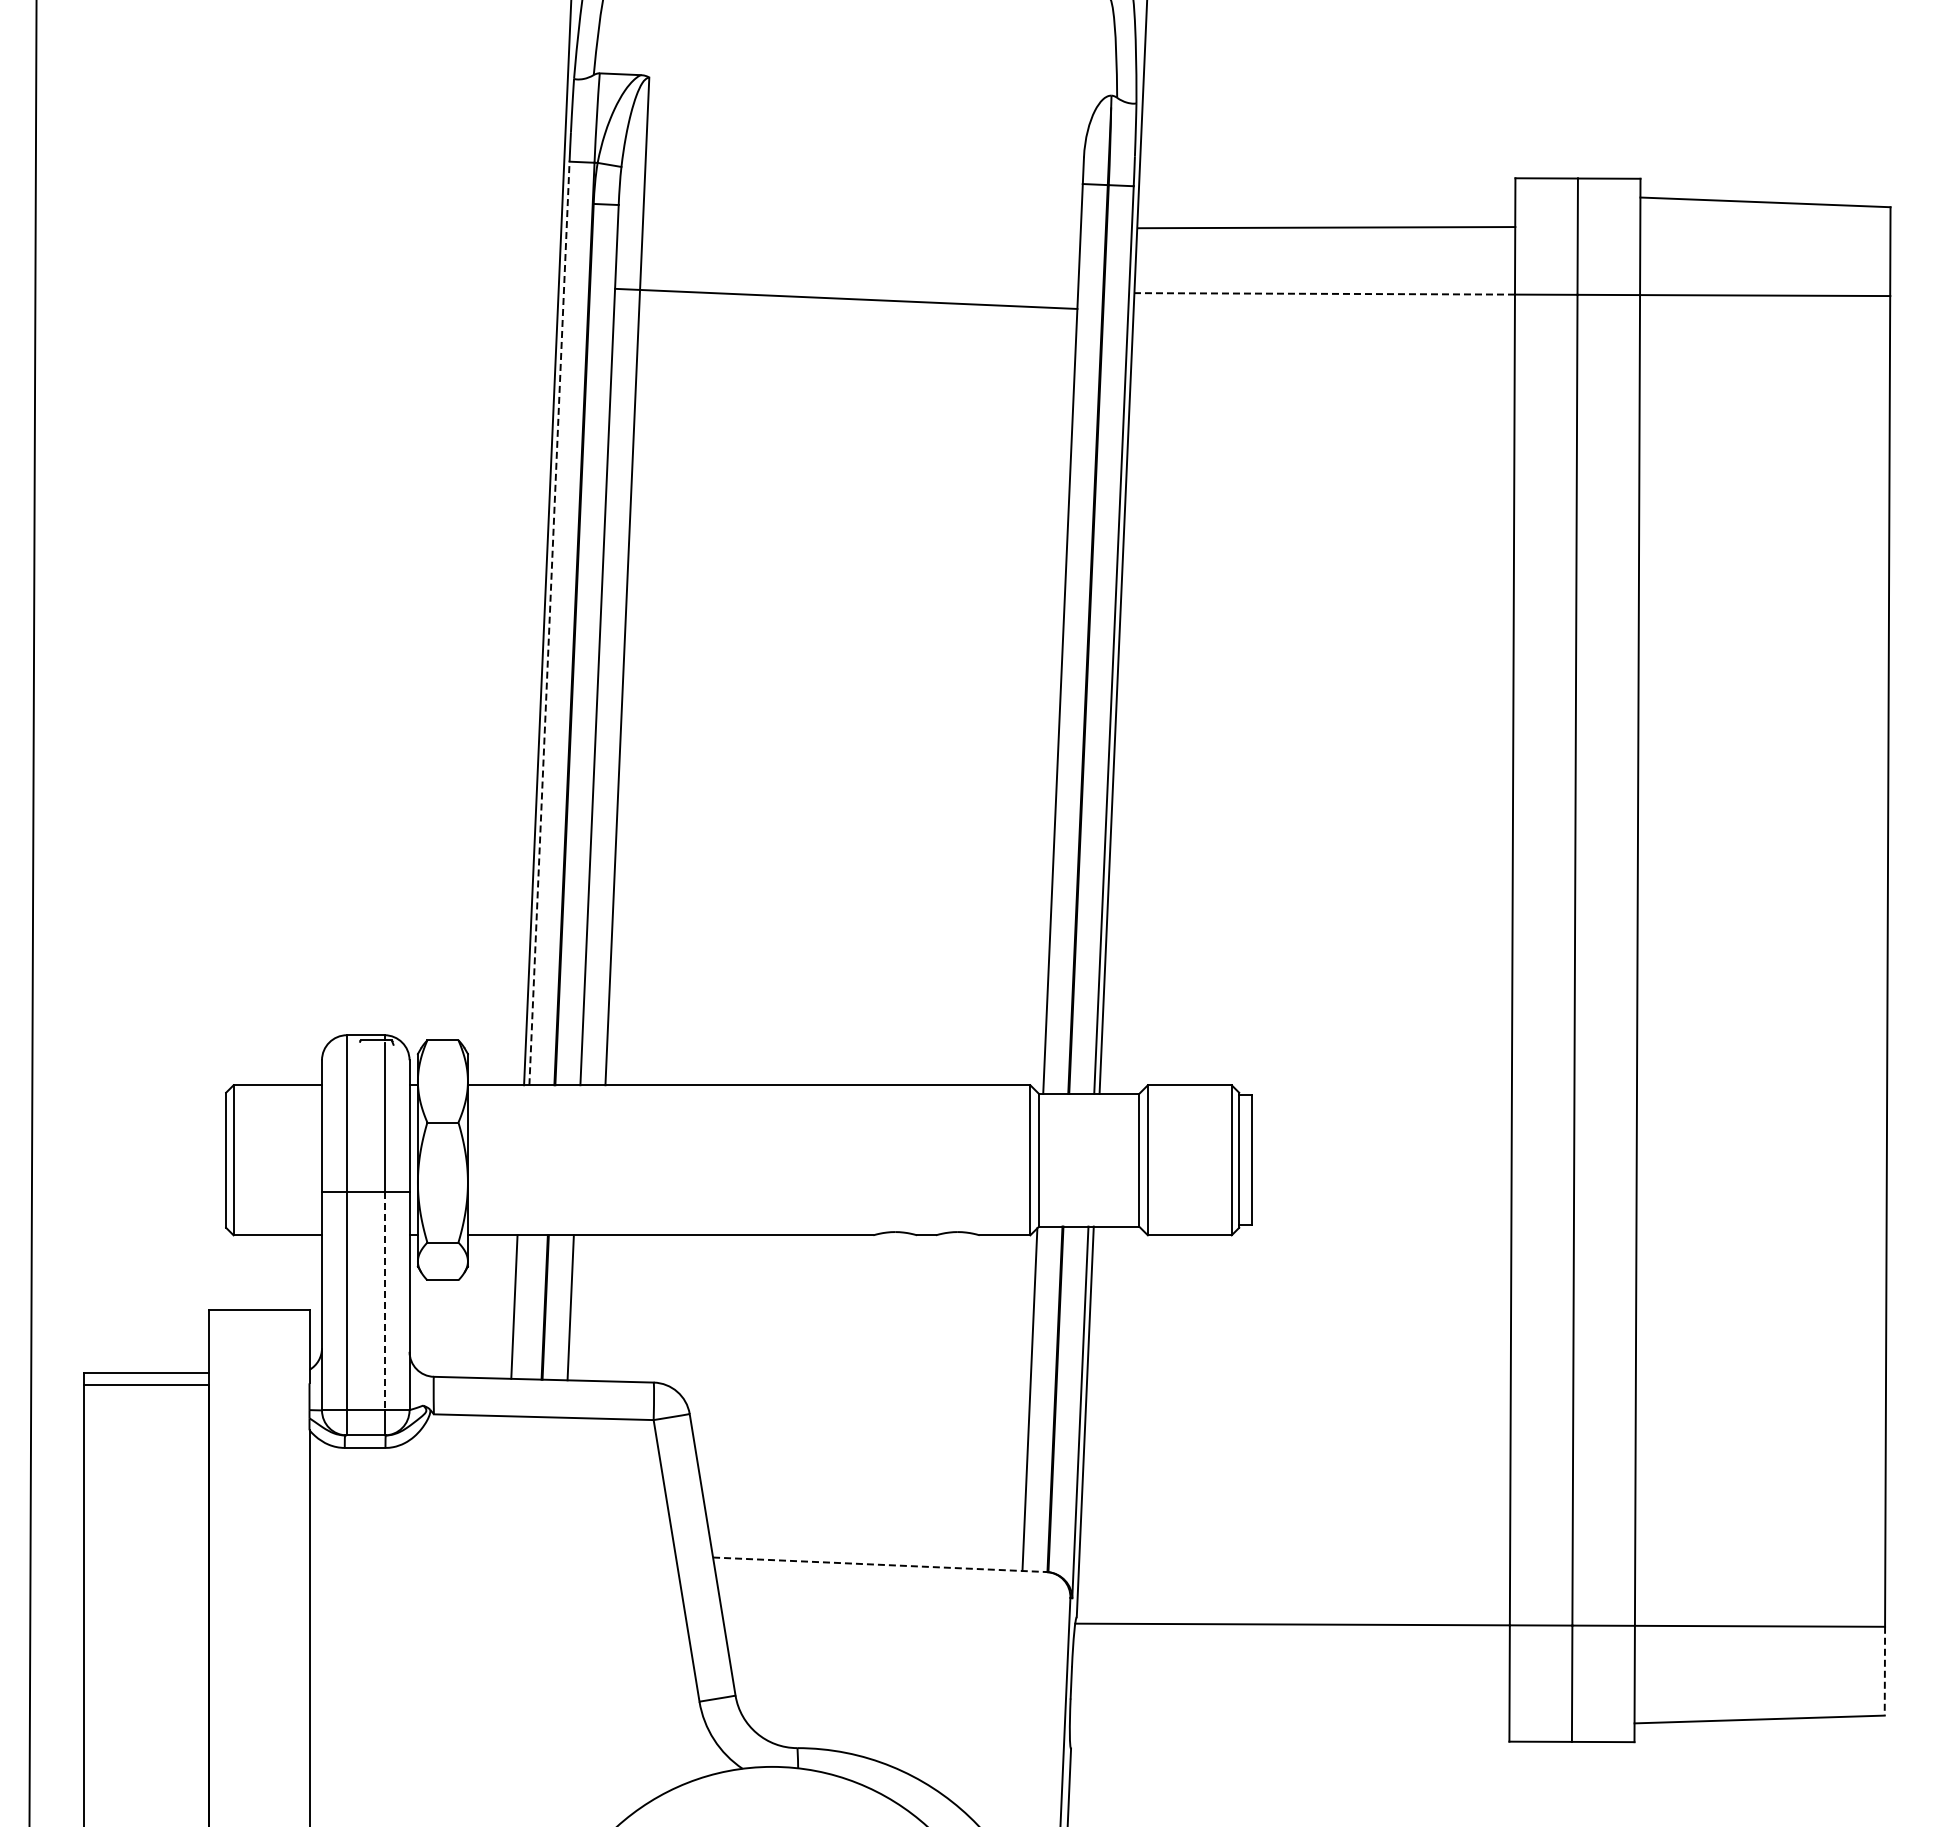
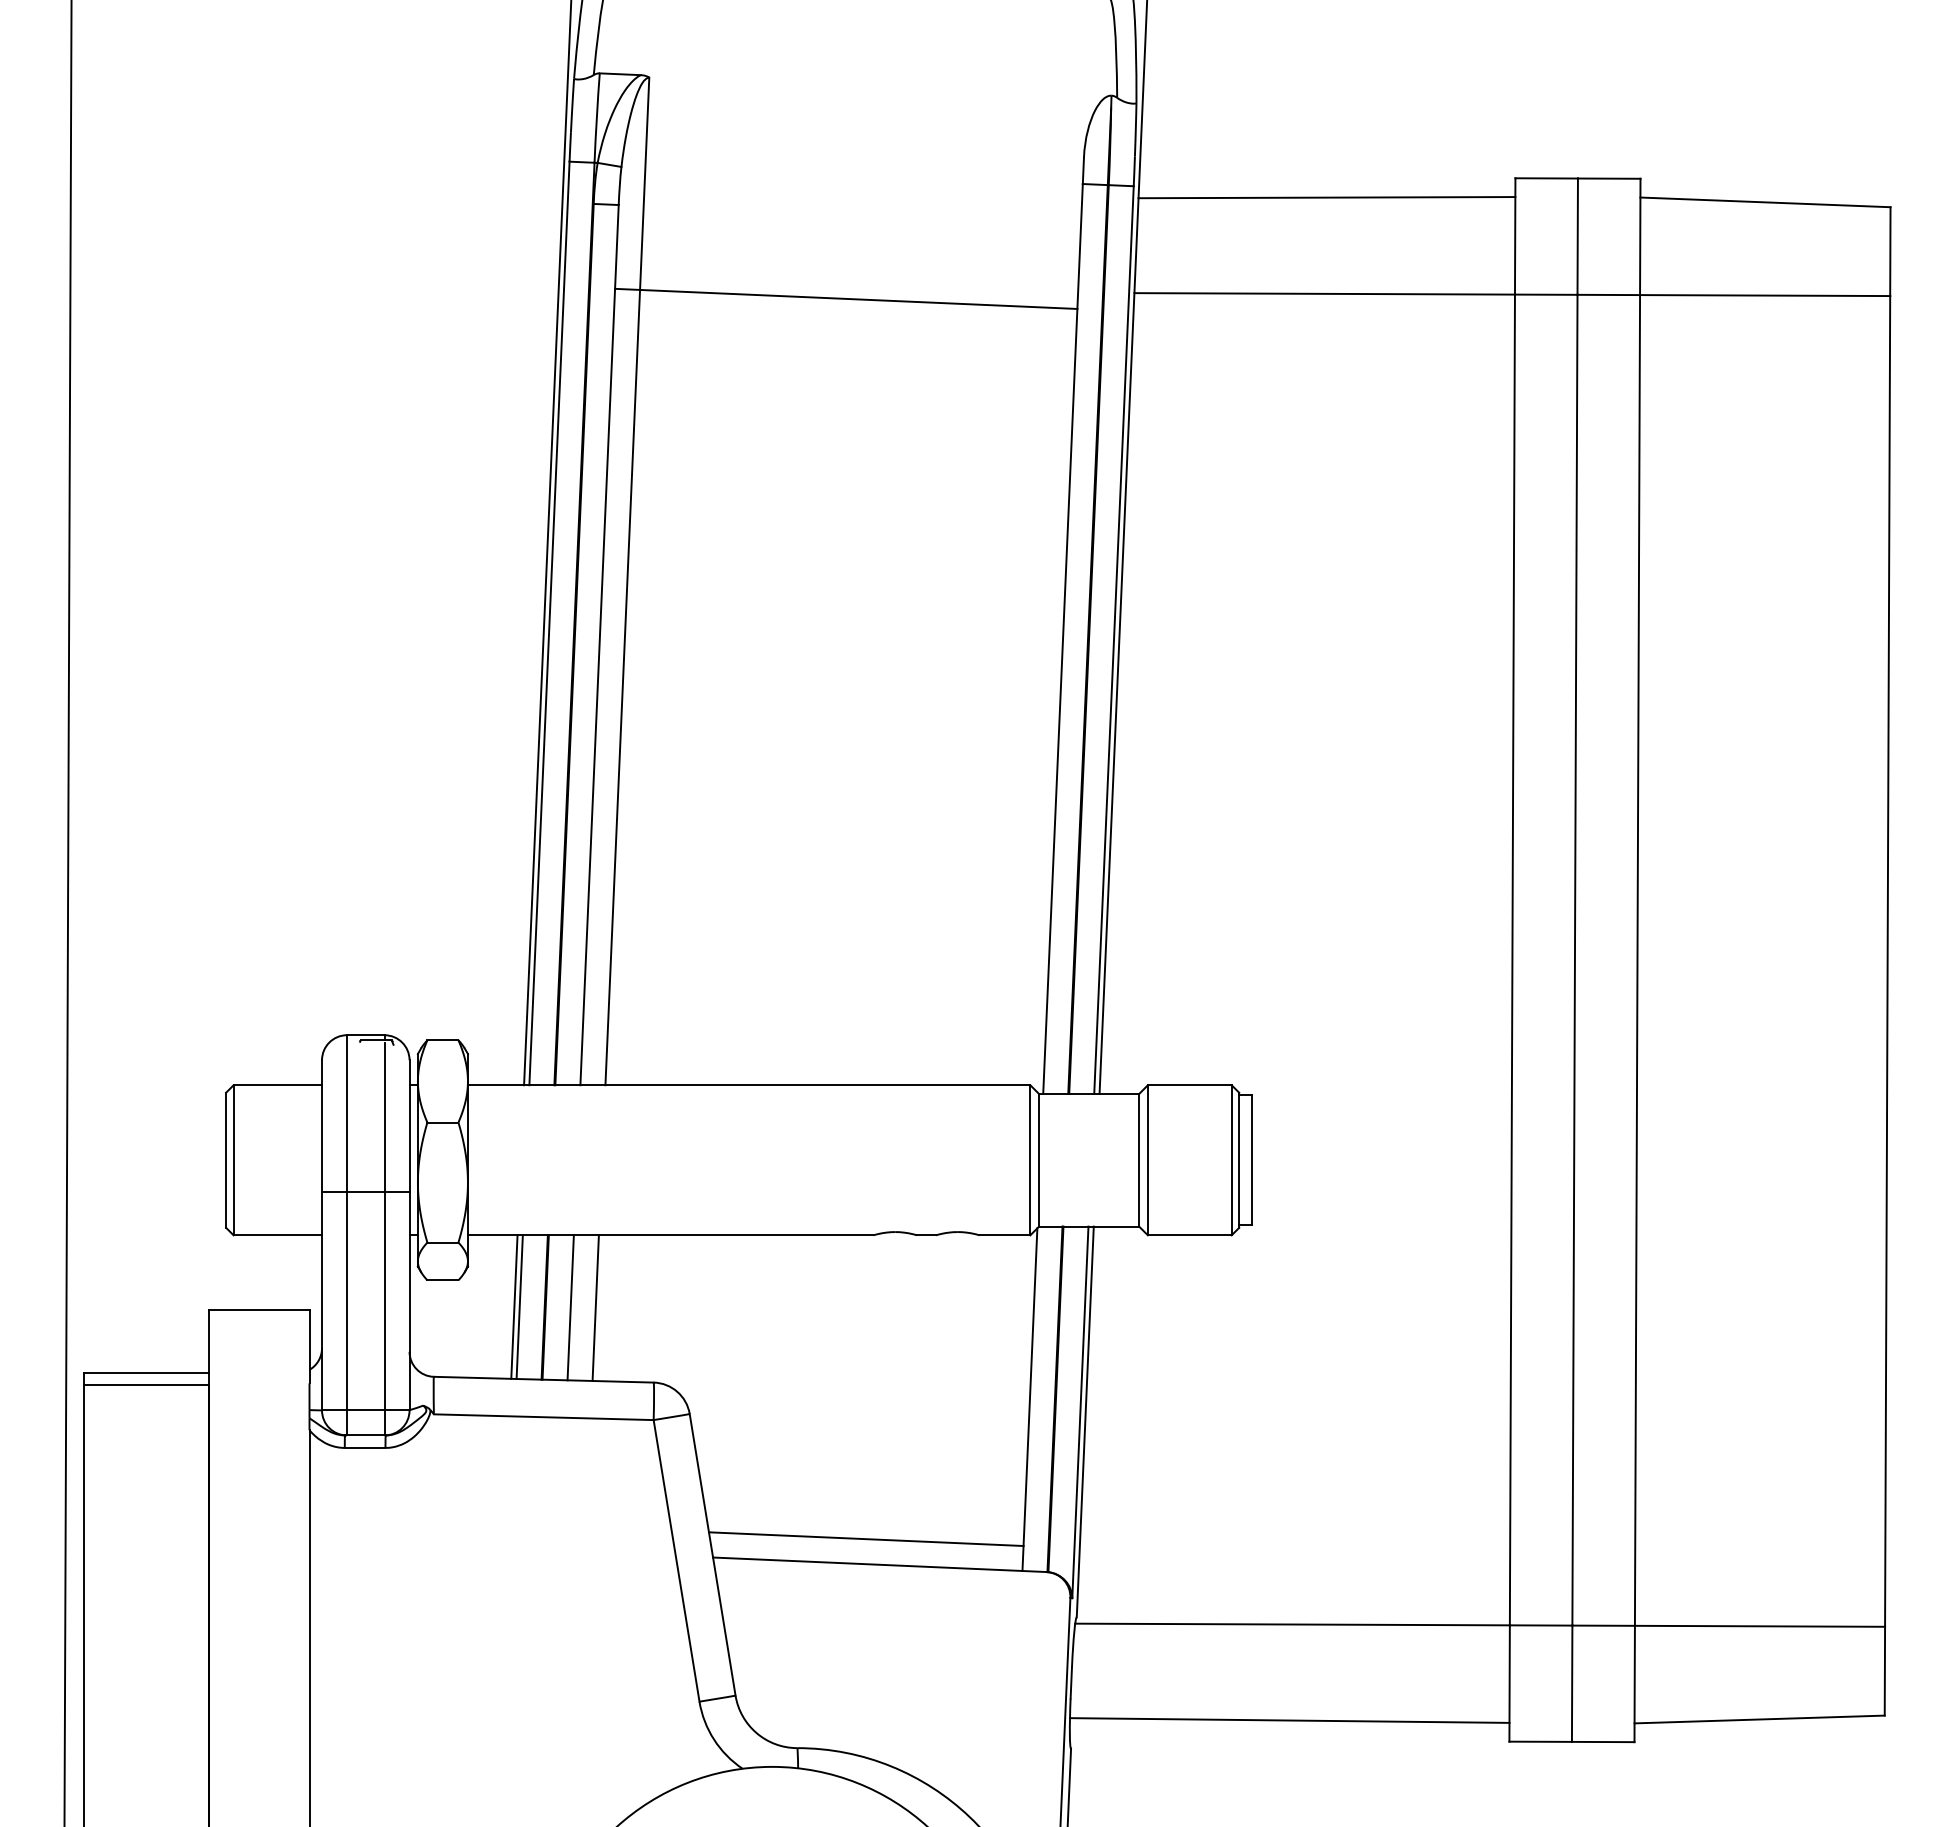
line at (1326, 227) position: (1326, 227) -> (1326, 197)
line at (1324, 293): dashed -> solid
line at (549, 622): dashed -> solid
line at (32, 912) position: (32, 912) -> (67, 912)
line at (384, 1301): dashed -> solid
line at (519, 1306): none -> present
line at (595, 1307): none -> present
line at (865, 1539): none -> present
line at (879, 1564): dashed -> solid
line at (1884, 1671): dashed -> solid
line at (1289, 1720): none -> present
